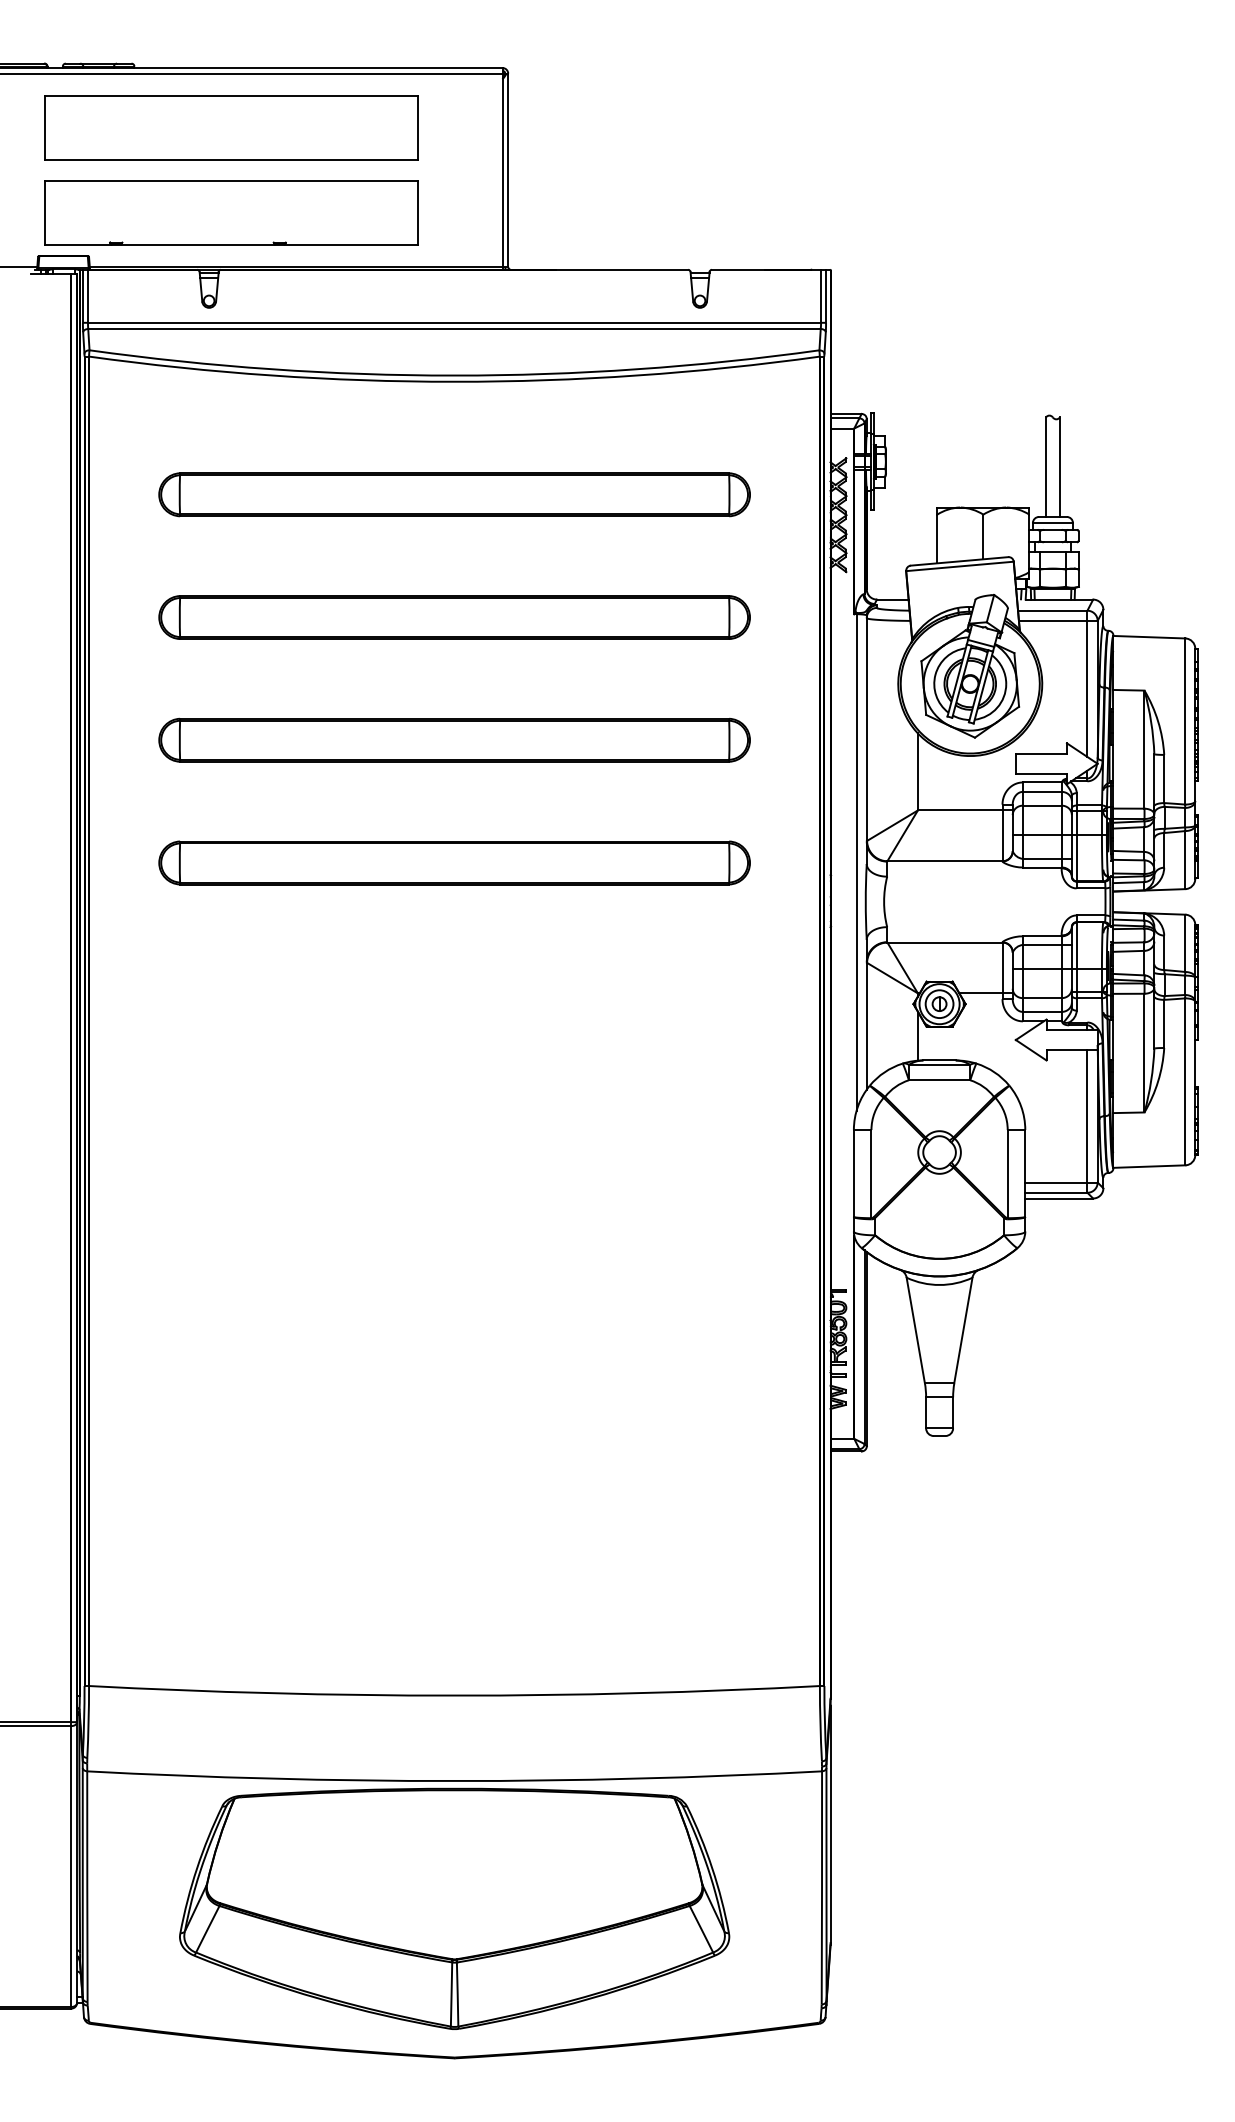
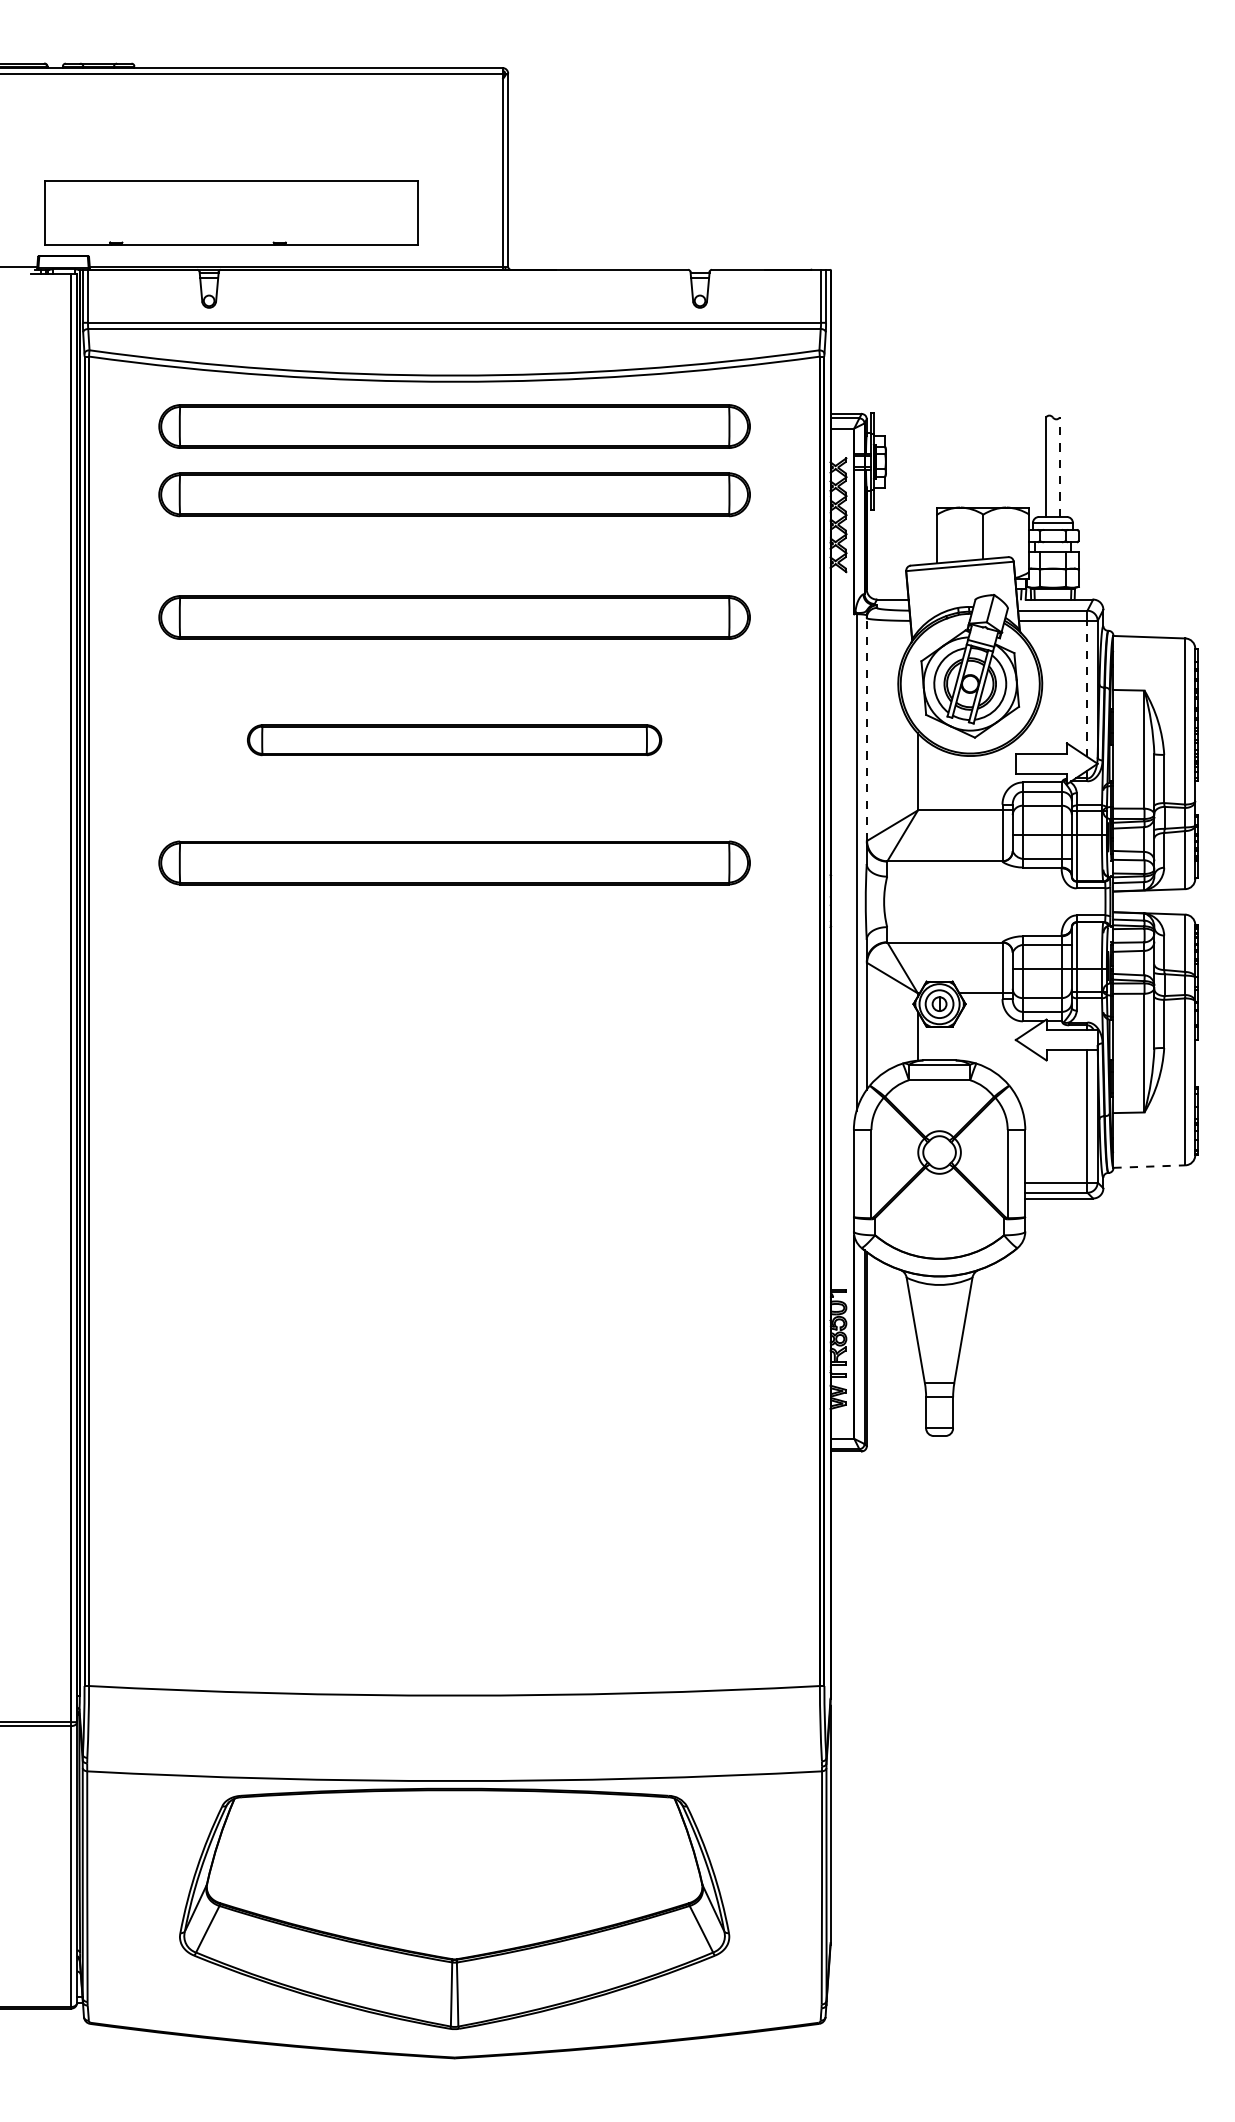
part at (231, 127): present -> none
part at (454, 426): none -> present
line at (1059, 467): solid -> dashed
line at (1087, 688): solid -> dashed
line at (866, 729): solid -> dashed
part at (454, 739) size: 593x46 px -> 416x33 px
line at (1149, 1166): solid -> dashed
